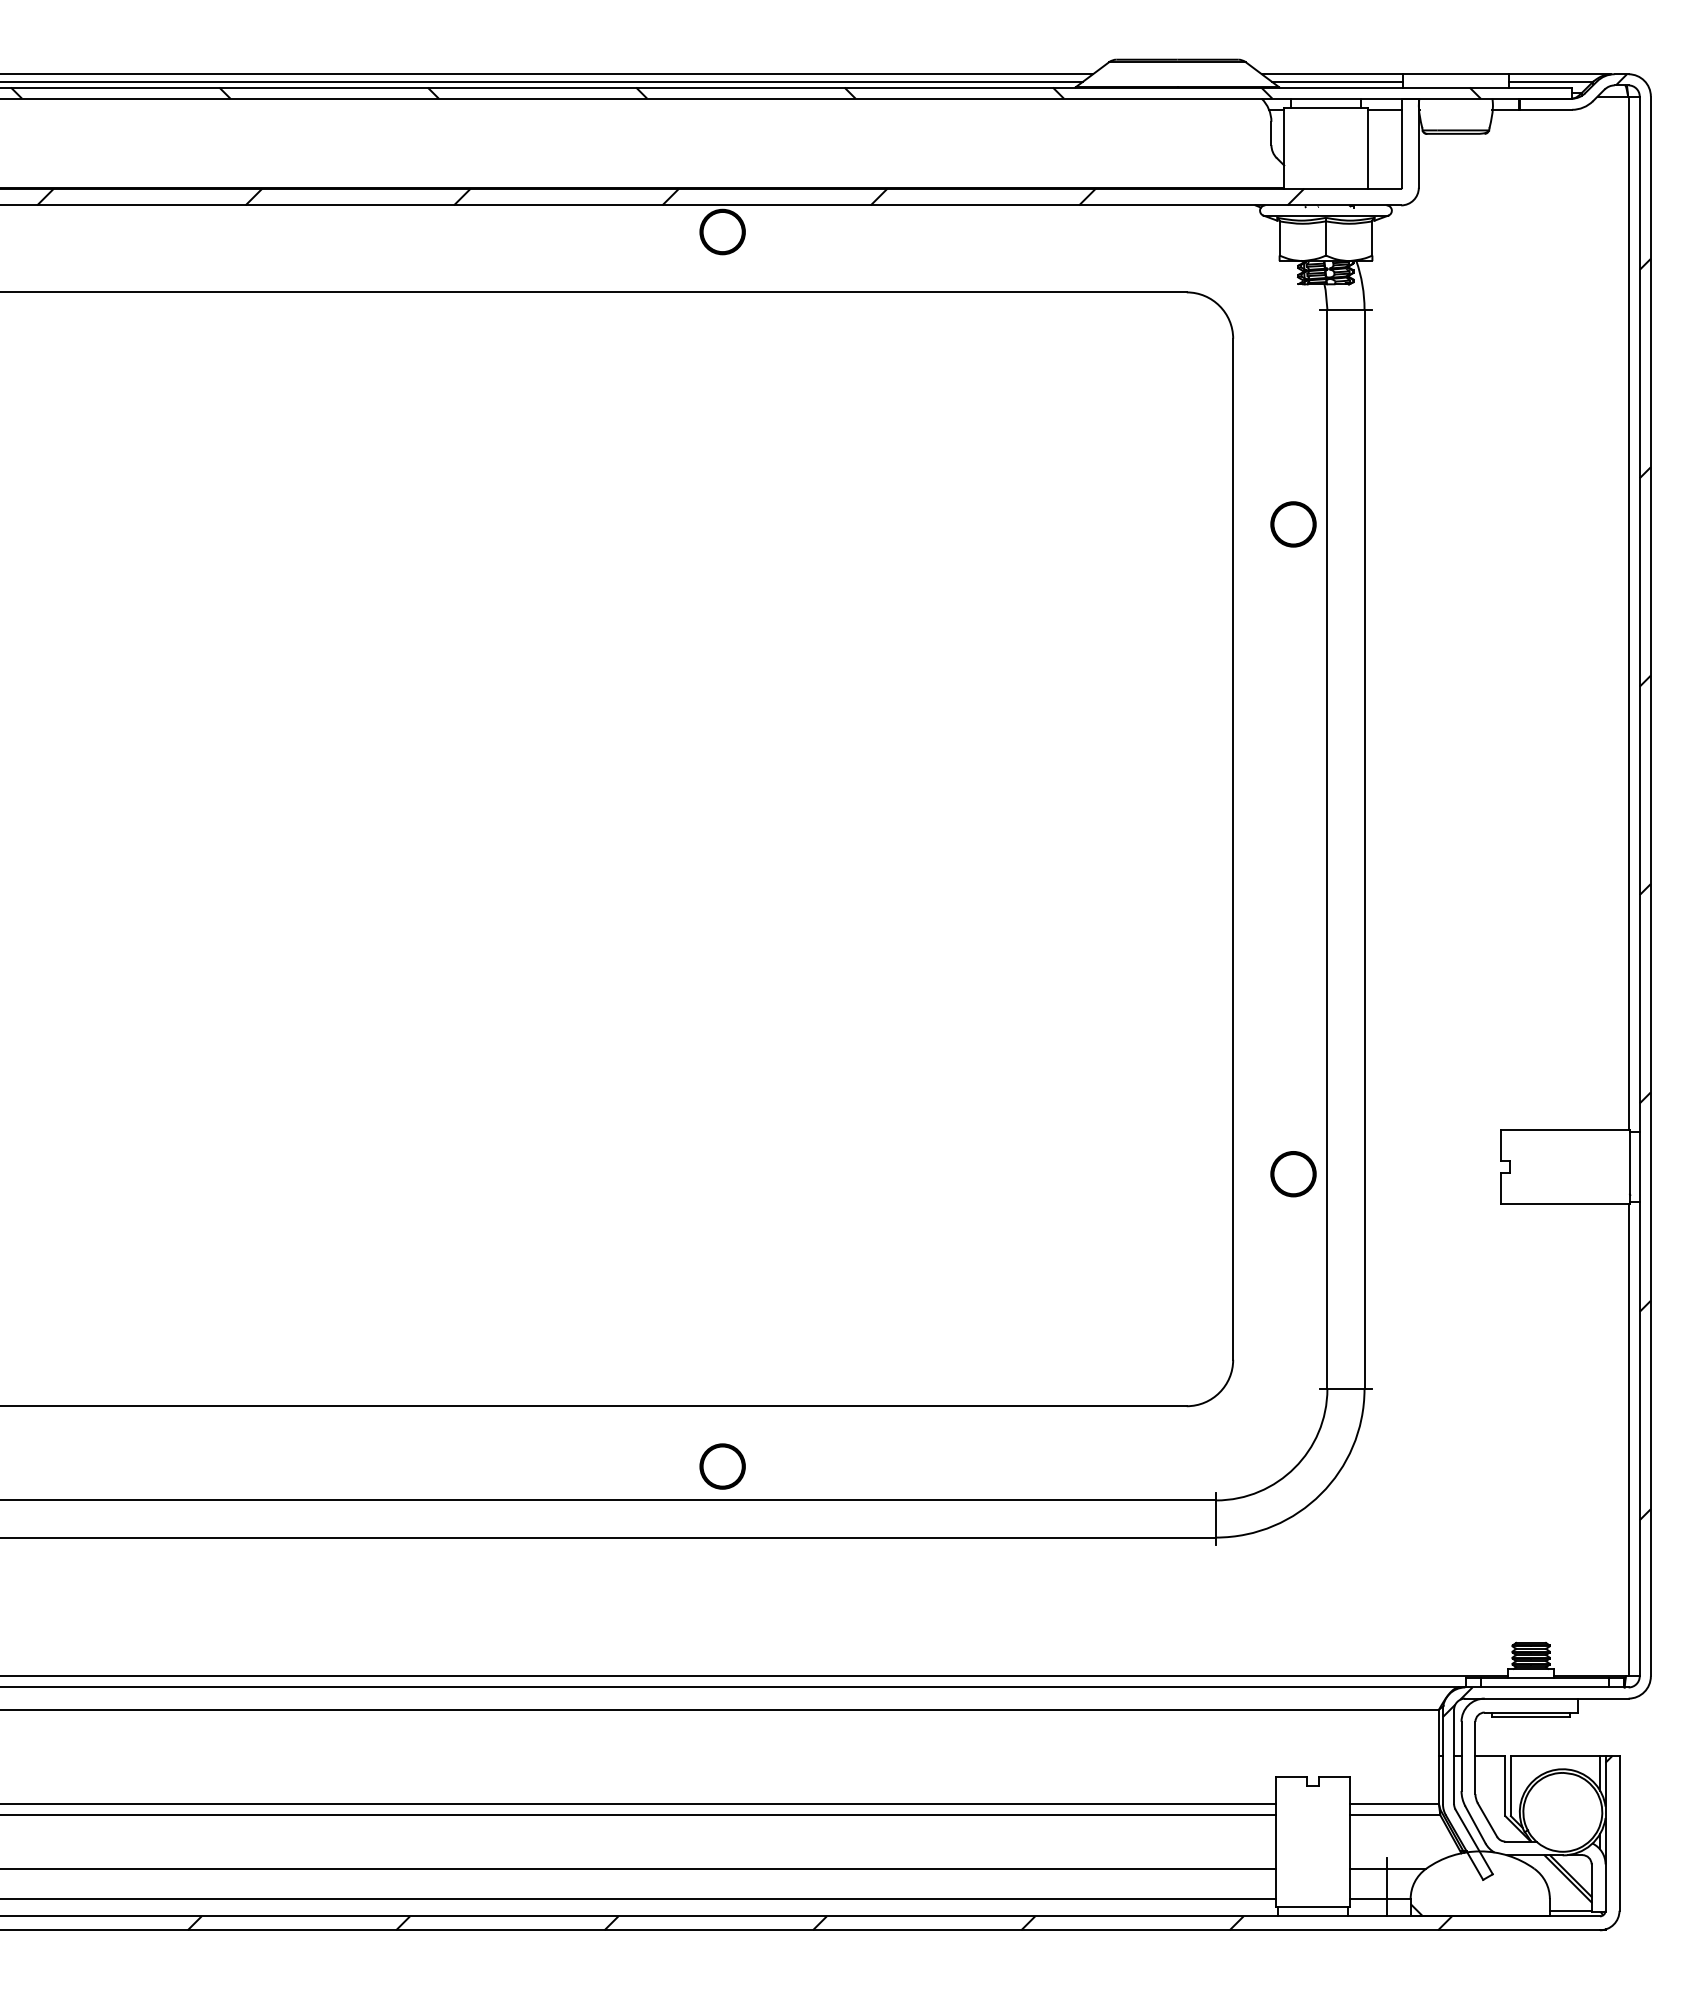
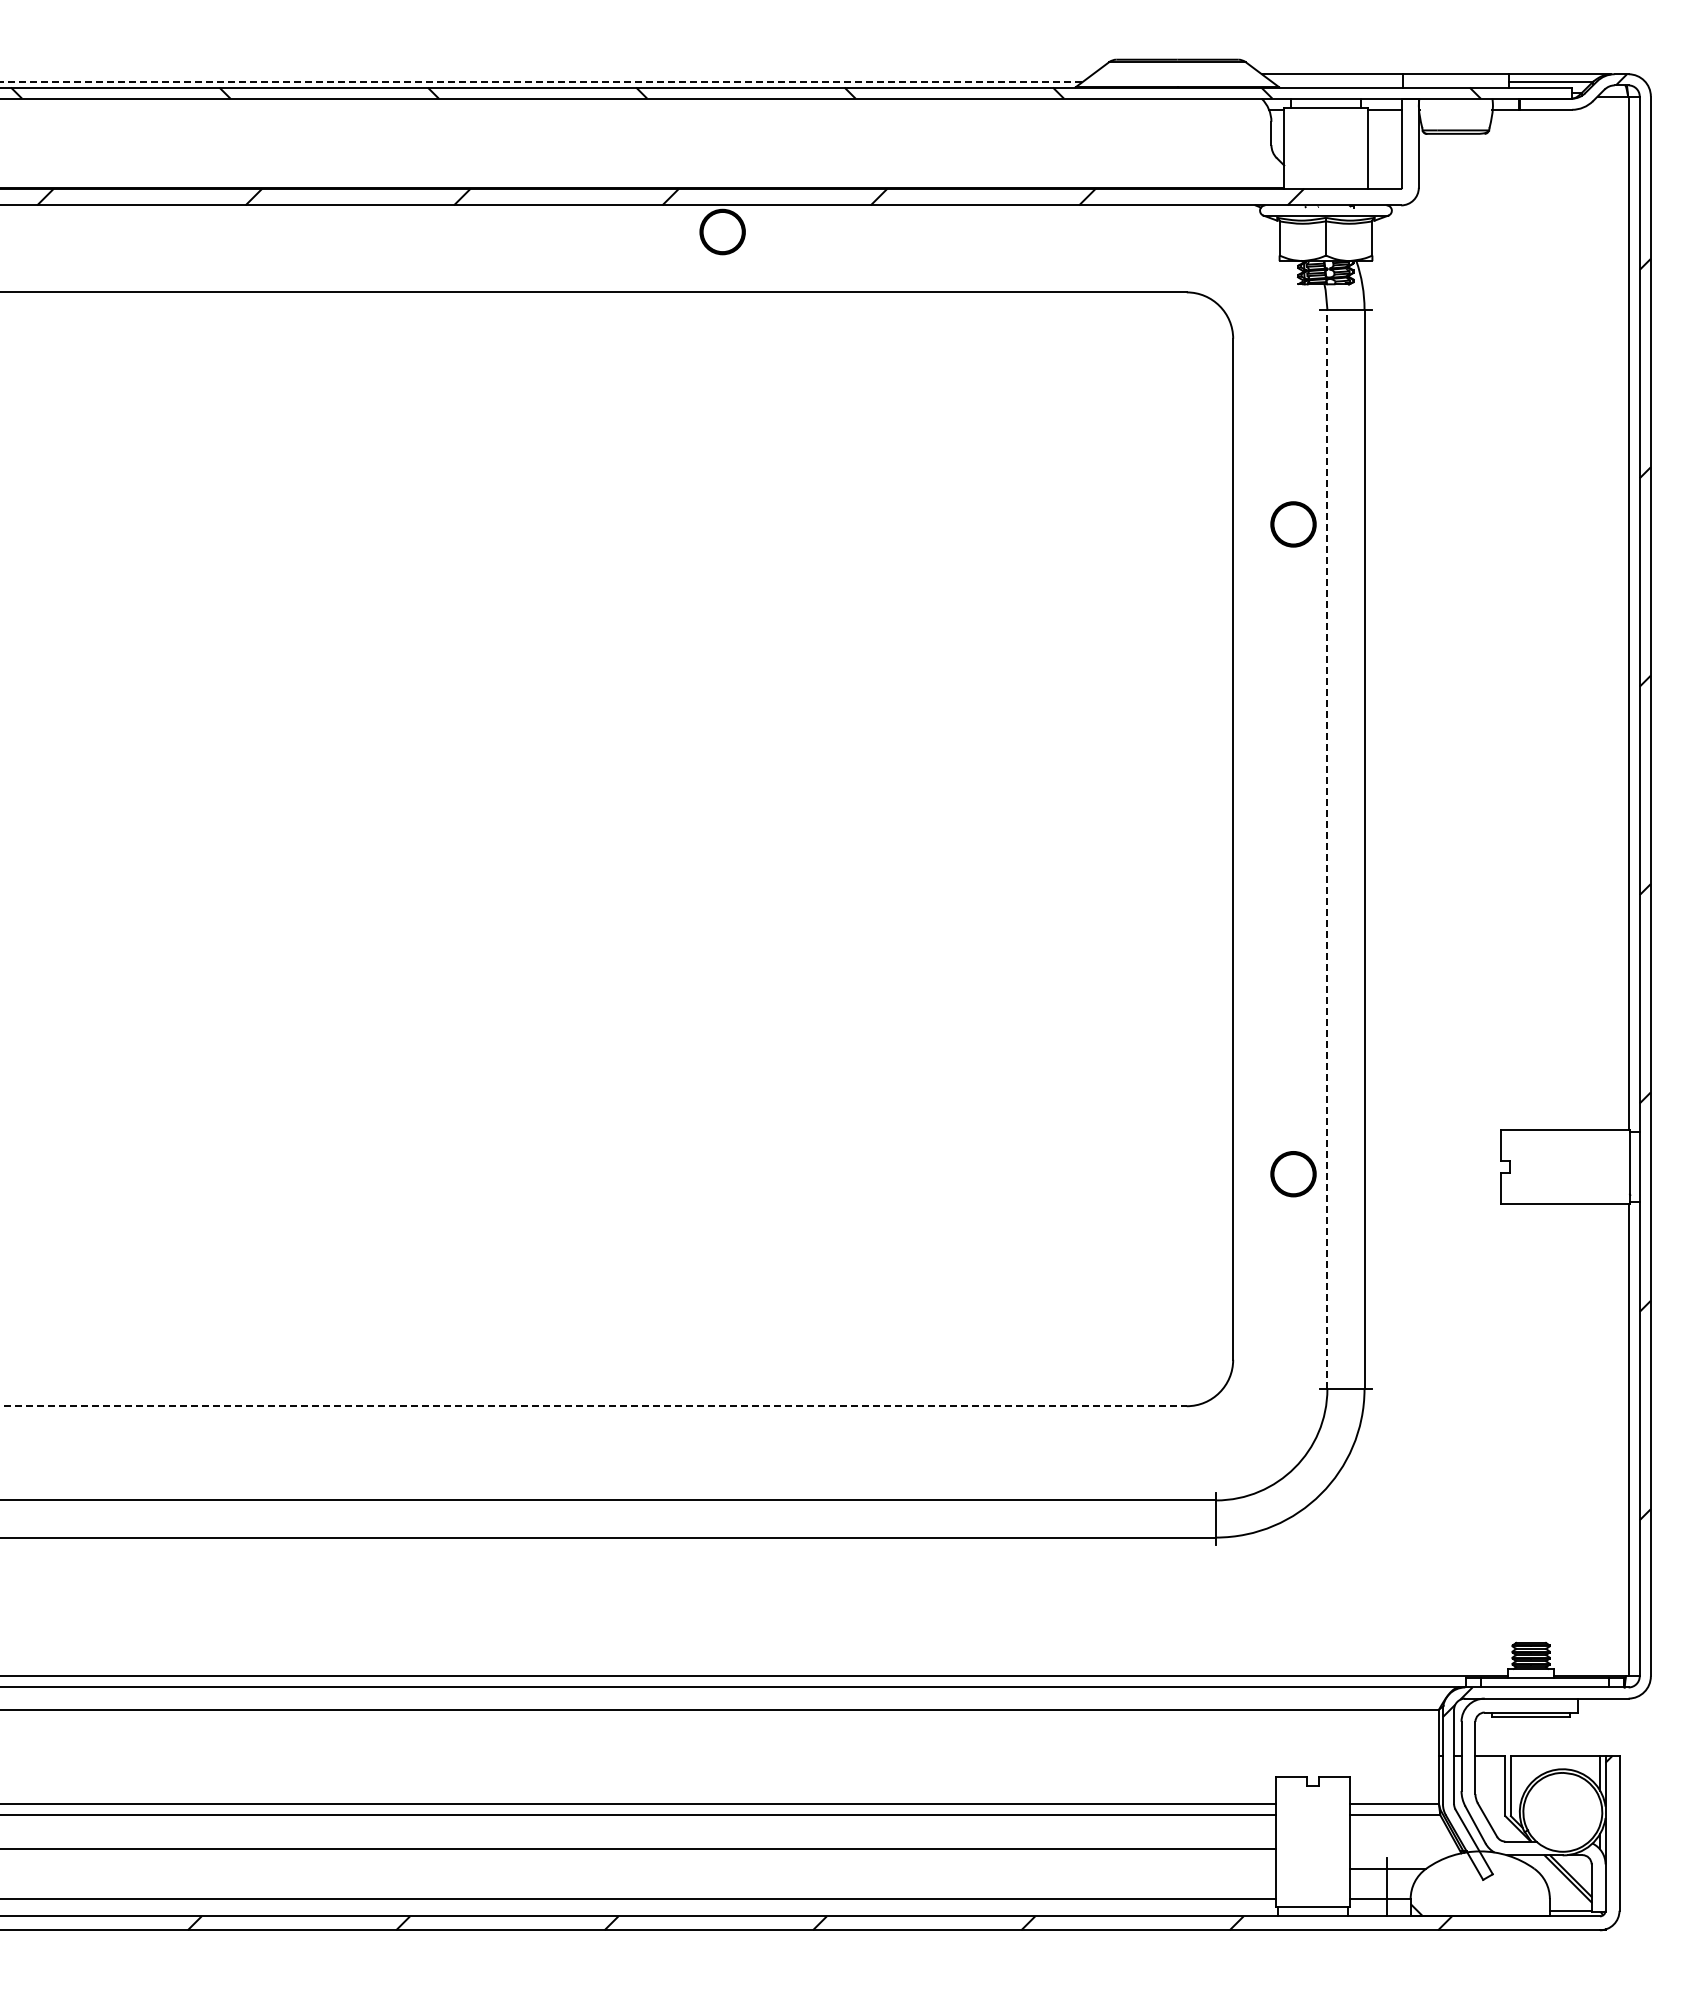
line at (547, 74): present -> none
line at (542, 81): solid -> dashed
line at (1336, 81): present -> none
line at (1327, 849): solid -> dashed
line at (593, 1406): solid -> dashed
part at (722, 1466): present -> none
line at (639, 1868) position: (639, 1868) -> (639, 1848)
